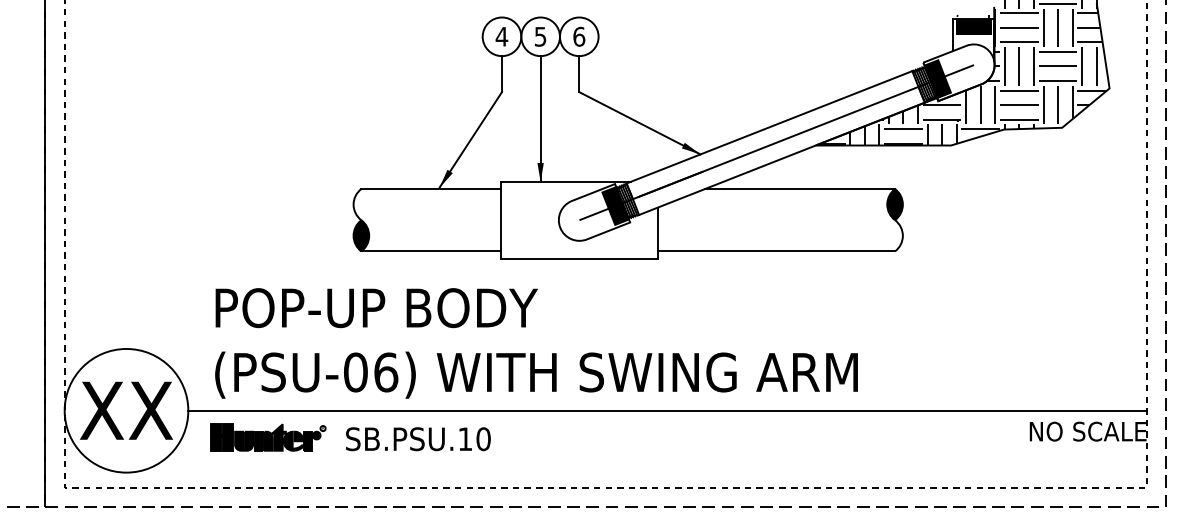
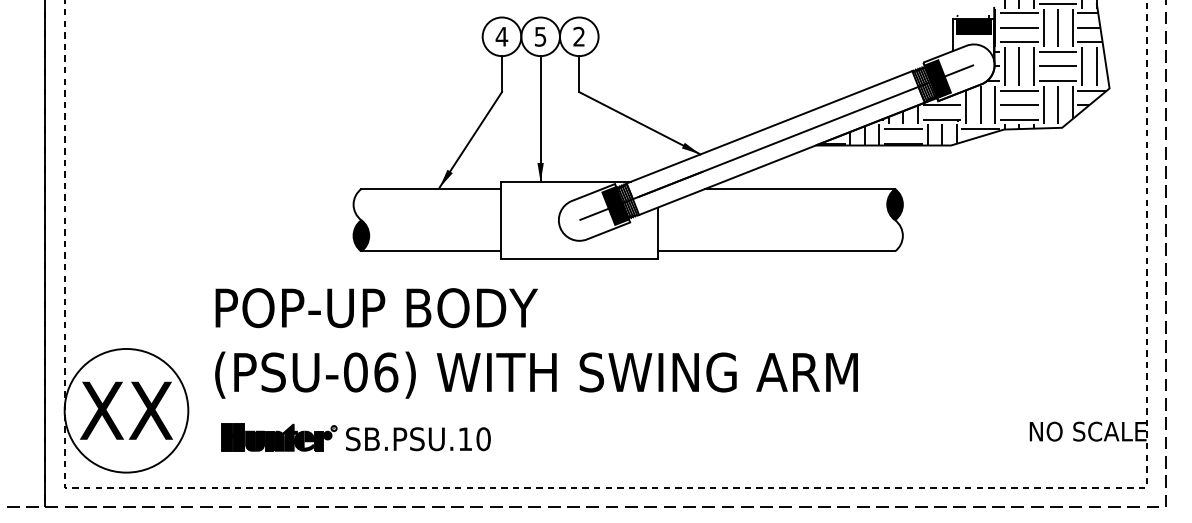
text at (579, 36): 6 -> 2
line at (667, 410): present -> none
part at (268, 437) position: (268, 437) -> (279, 437)
